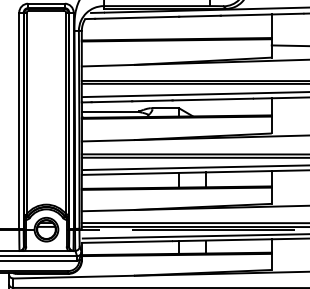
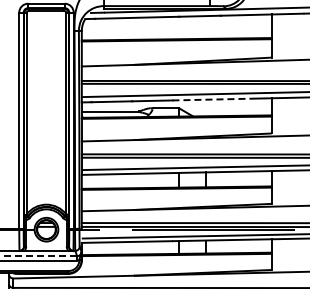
line at (288, 45): present -> none
line at (213, 99): solid -> dashed
line at (38, 256): solid -> dashed
